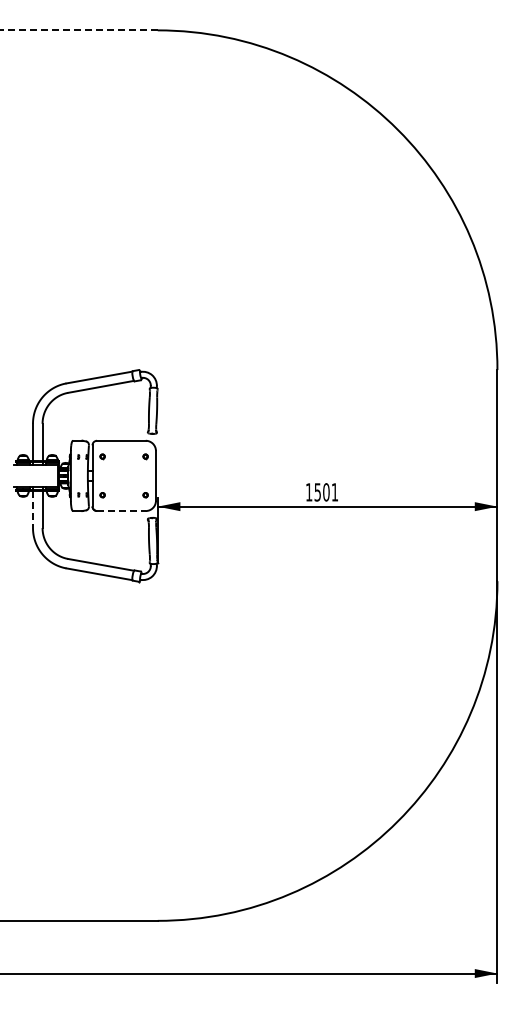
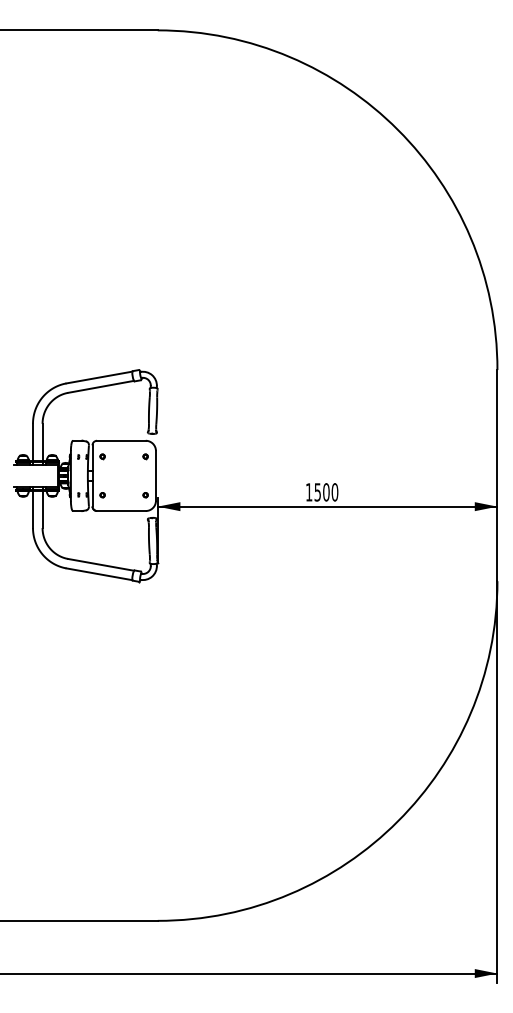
line at (78, 30): dashed -> solid
text at (334, 492): 1501 -> 1500
line at (32, 510): dashed -> solid
line at (121, 511): dashed -> solid
